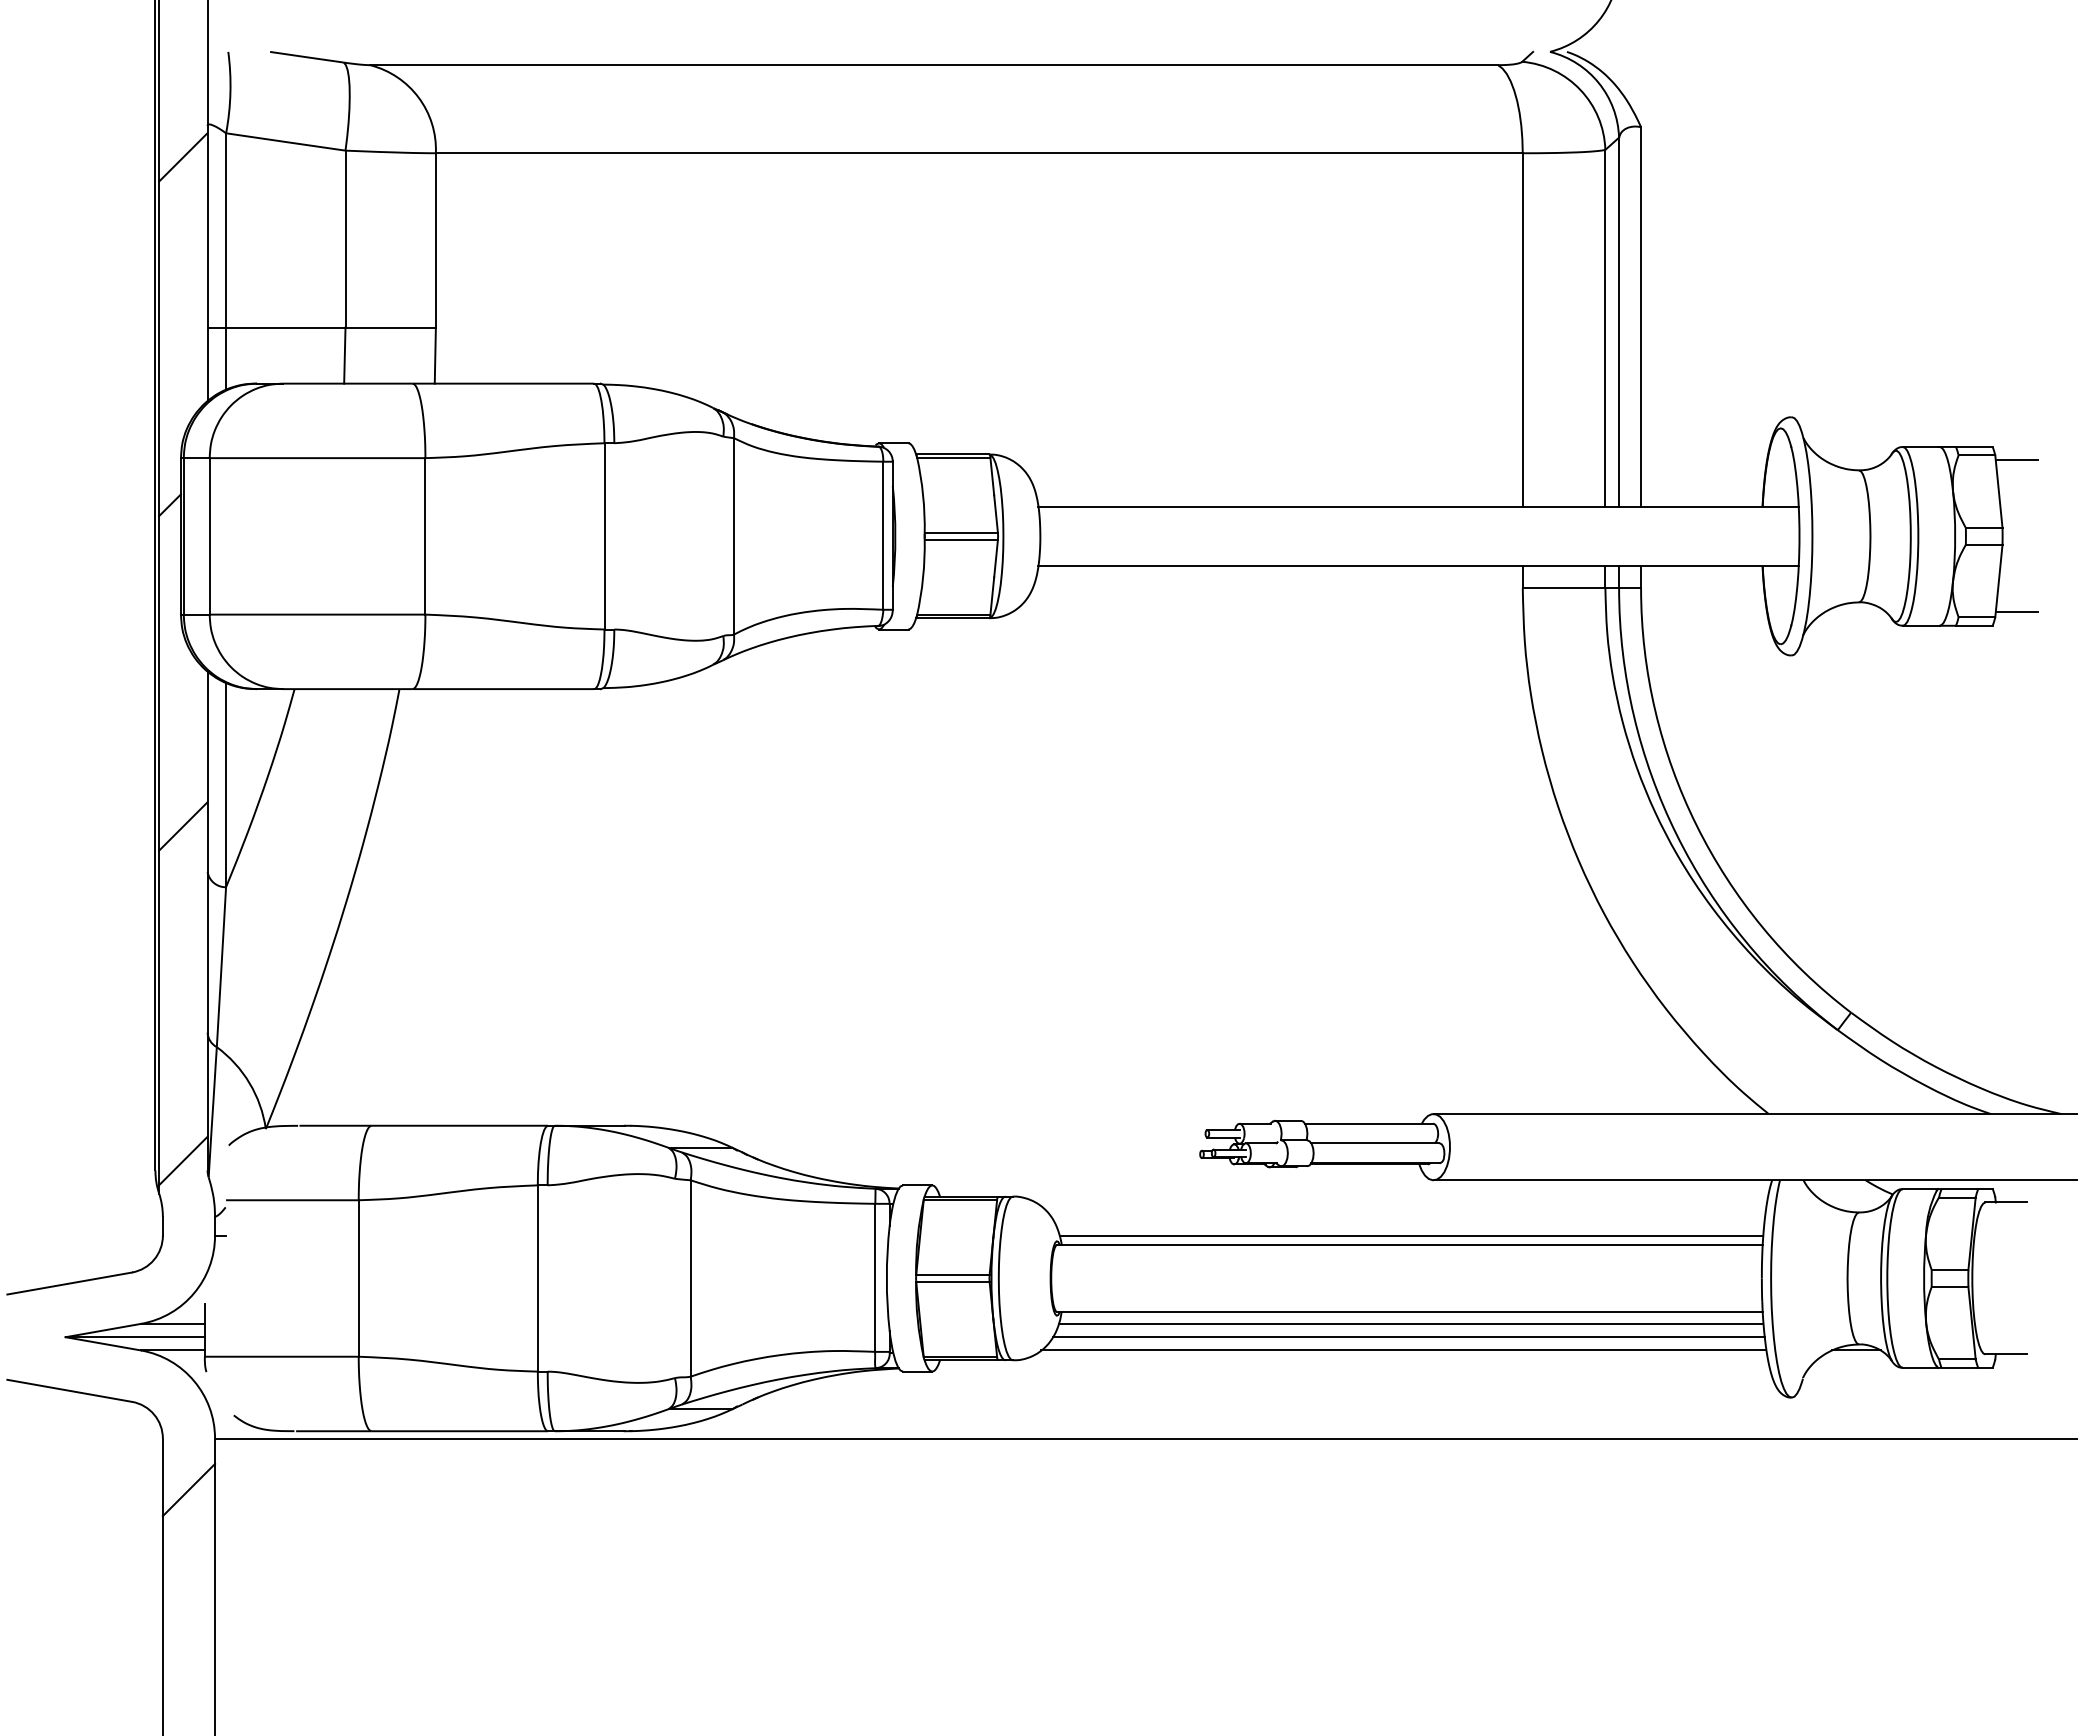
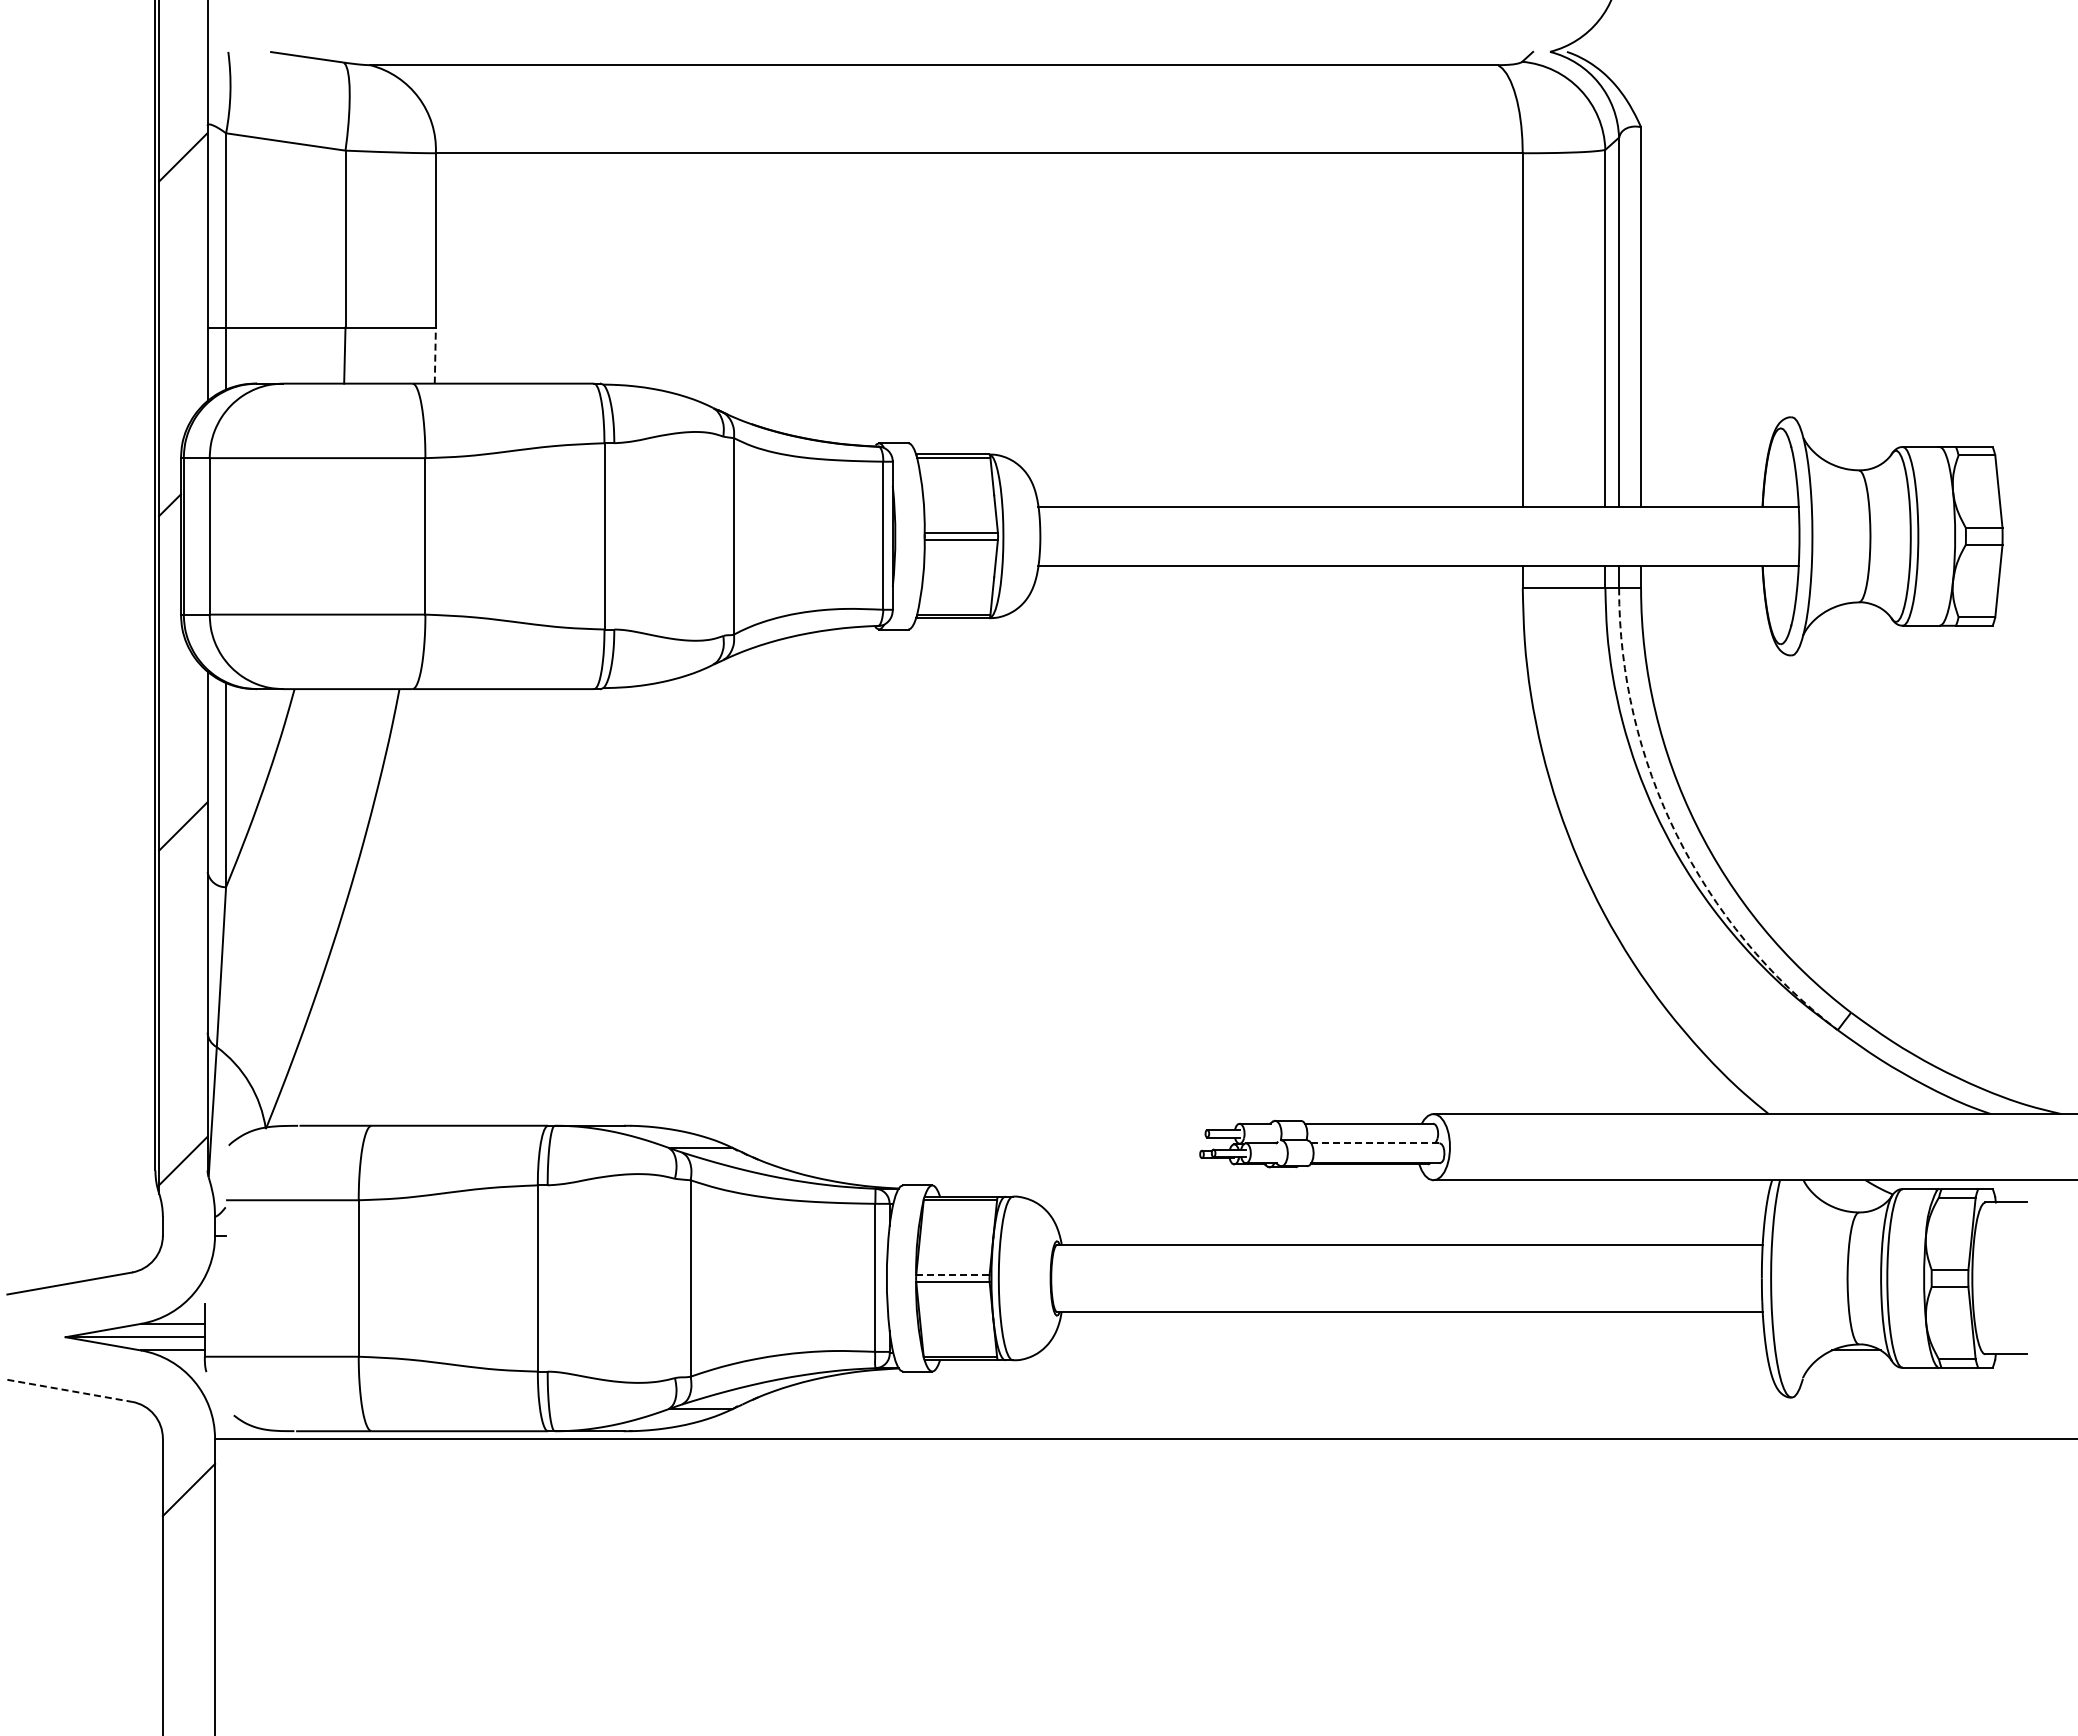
line at (435, 355): solid -> dashed
line at (2016, 460): present -> none
line at (2016, 612): present -> none
arc at (1676, 834): solid -> dashed
line at (1374, 1143): solid -> dashed
line at (1411, 1235): present -> none
line at (952, 1274): solid -> dashed
line at (1410, 1323): present -> none
line at (1408, 1337): present -> none
line at (1403, 1350): present -> none
line at (70, 1390): solid -> dashed
